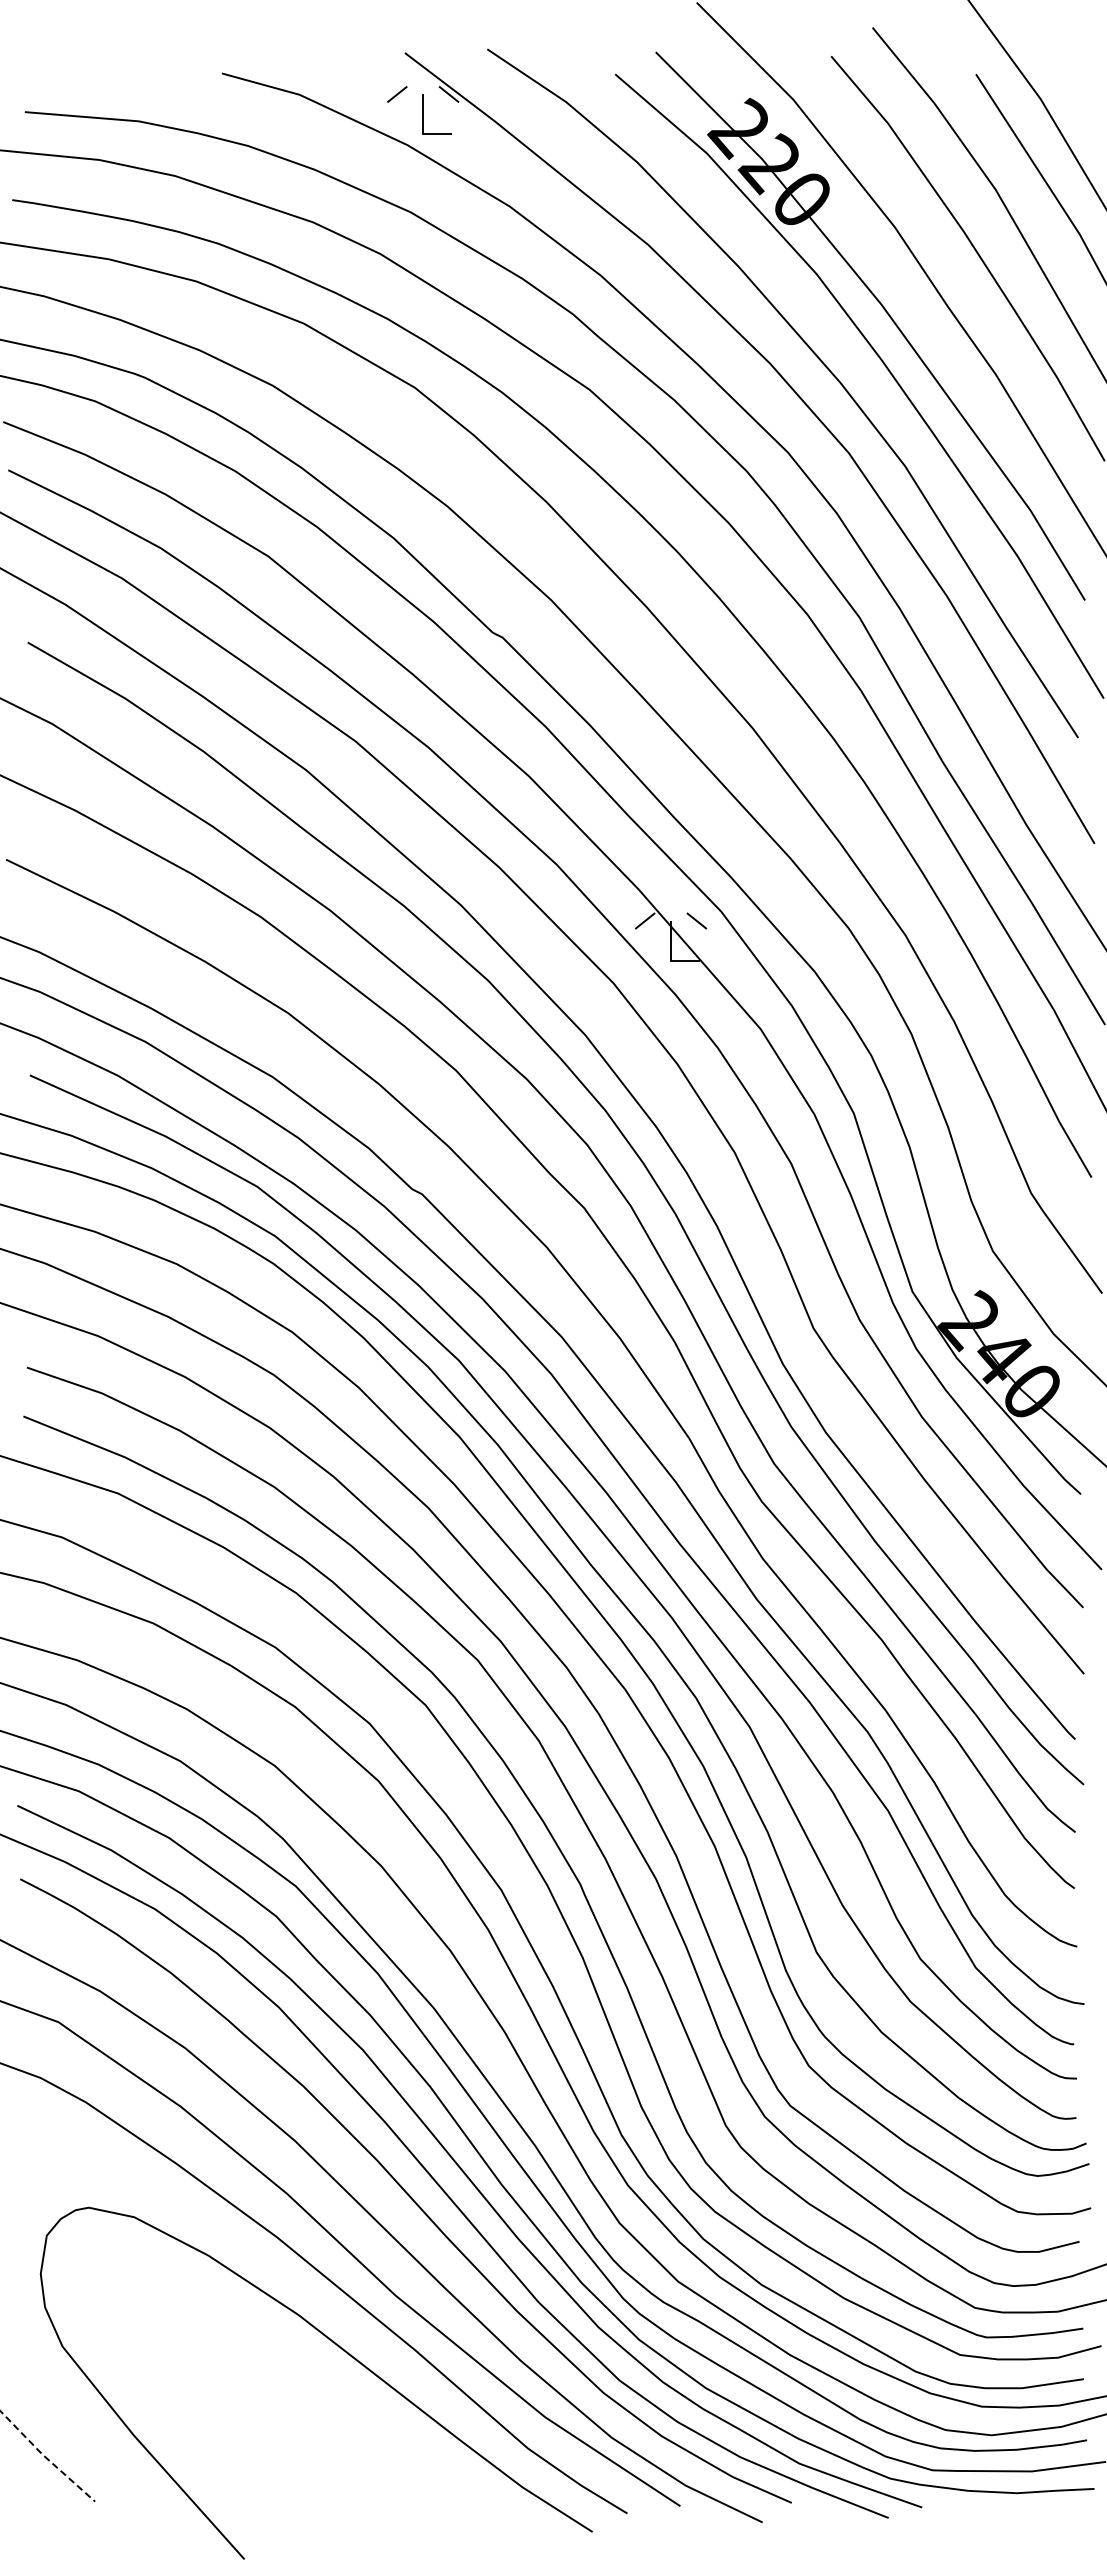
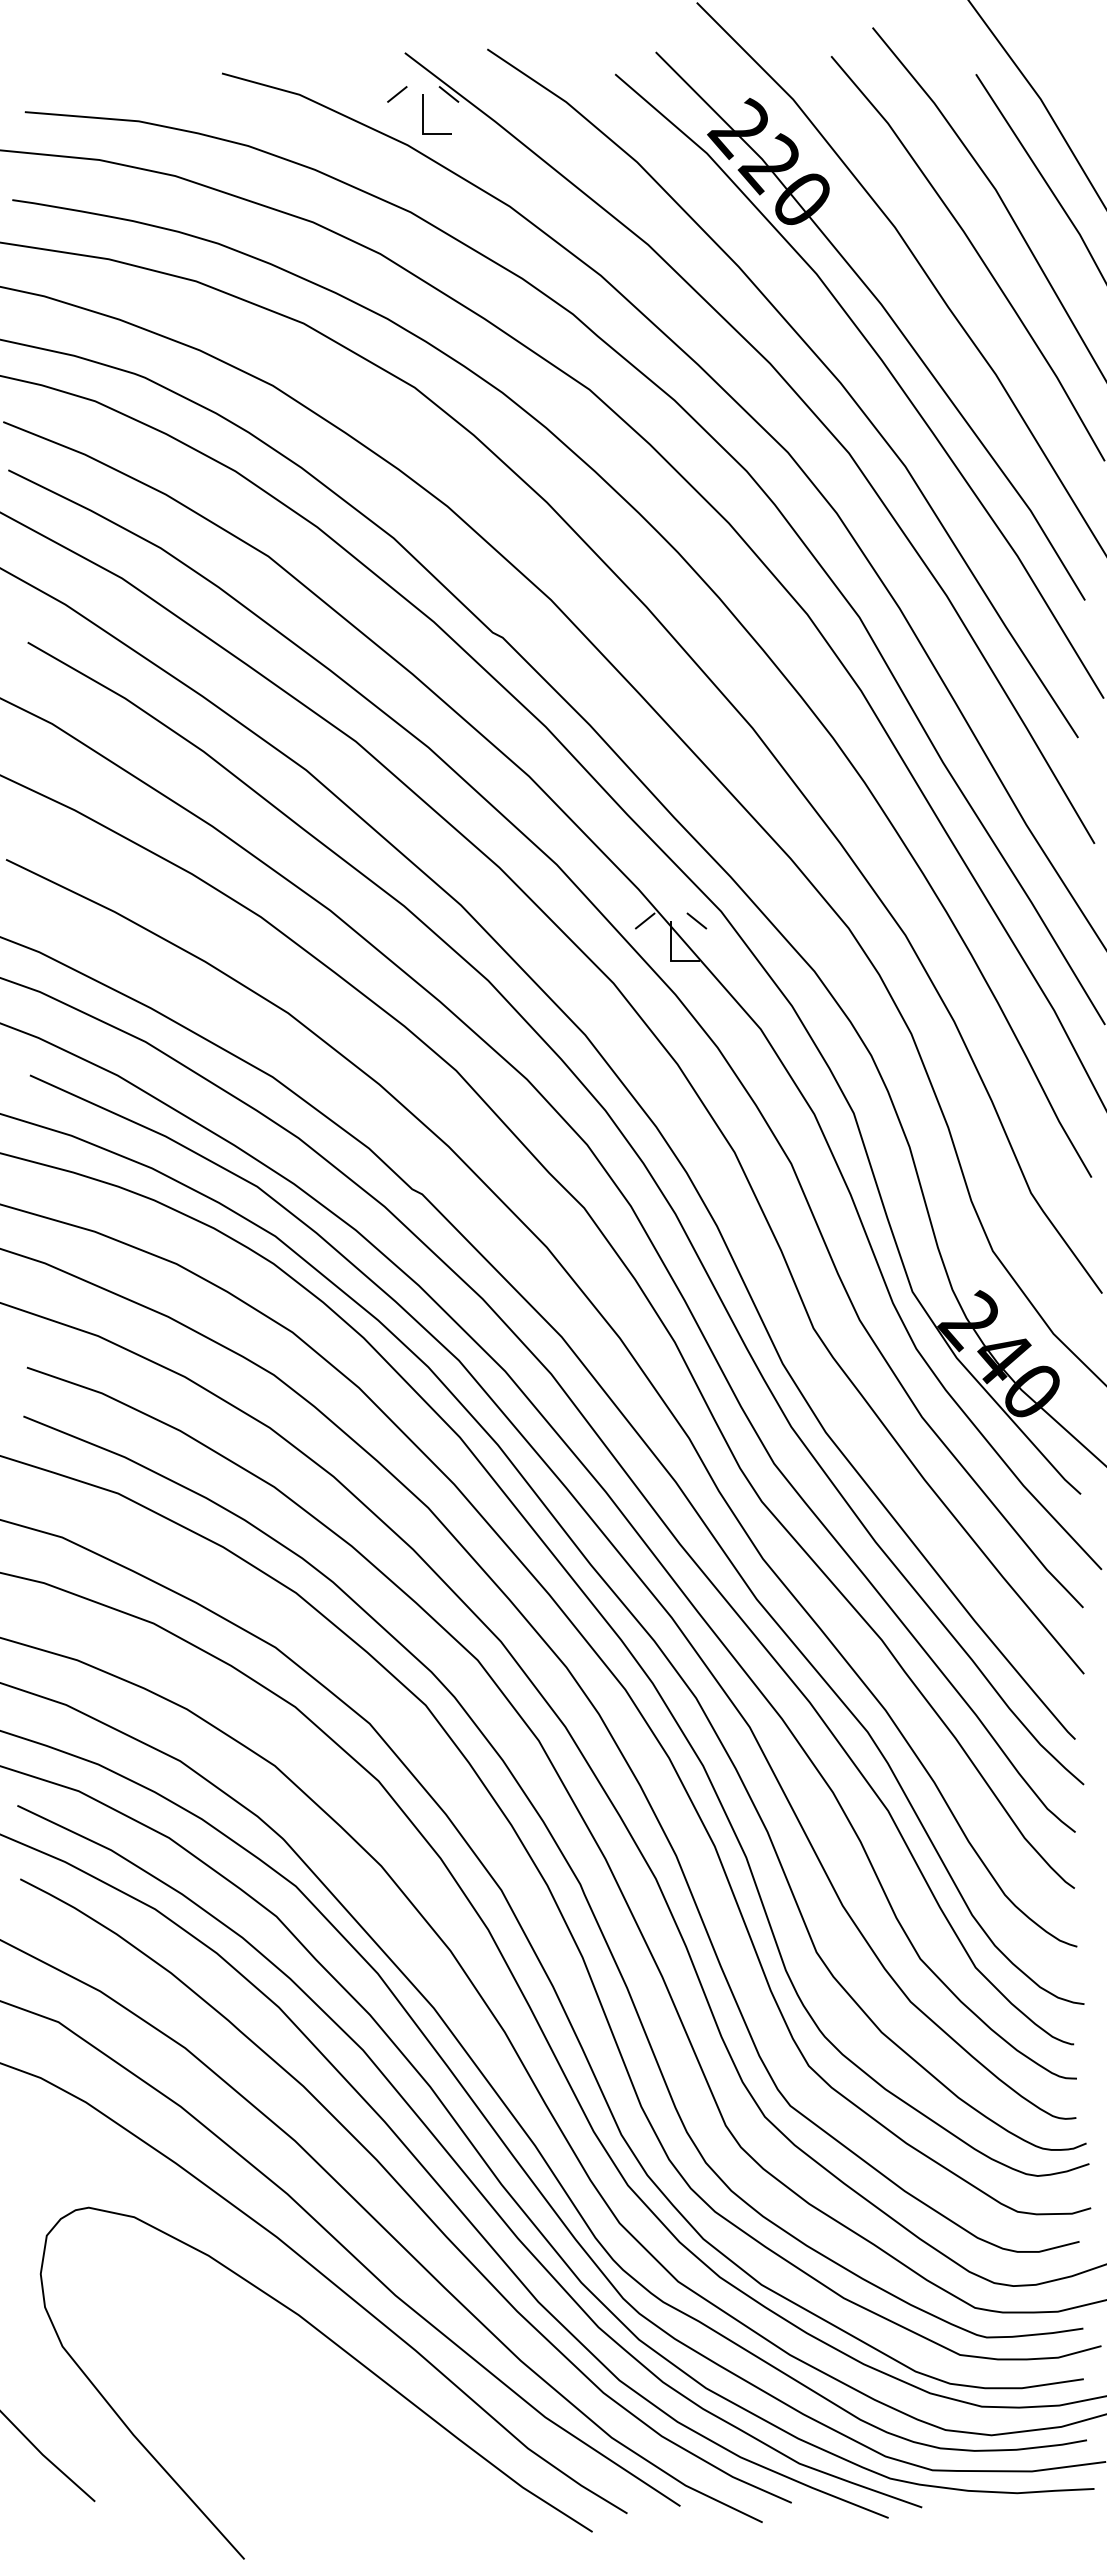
line at (46, 2458): dashed -> solid
